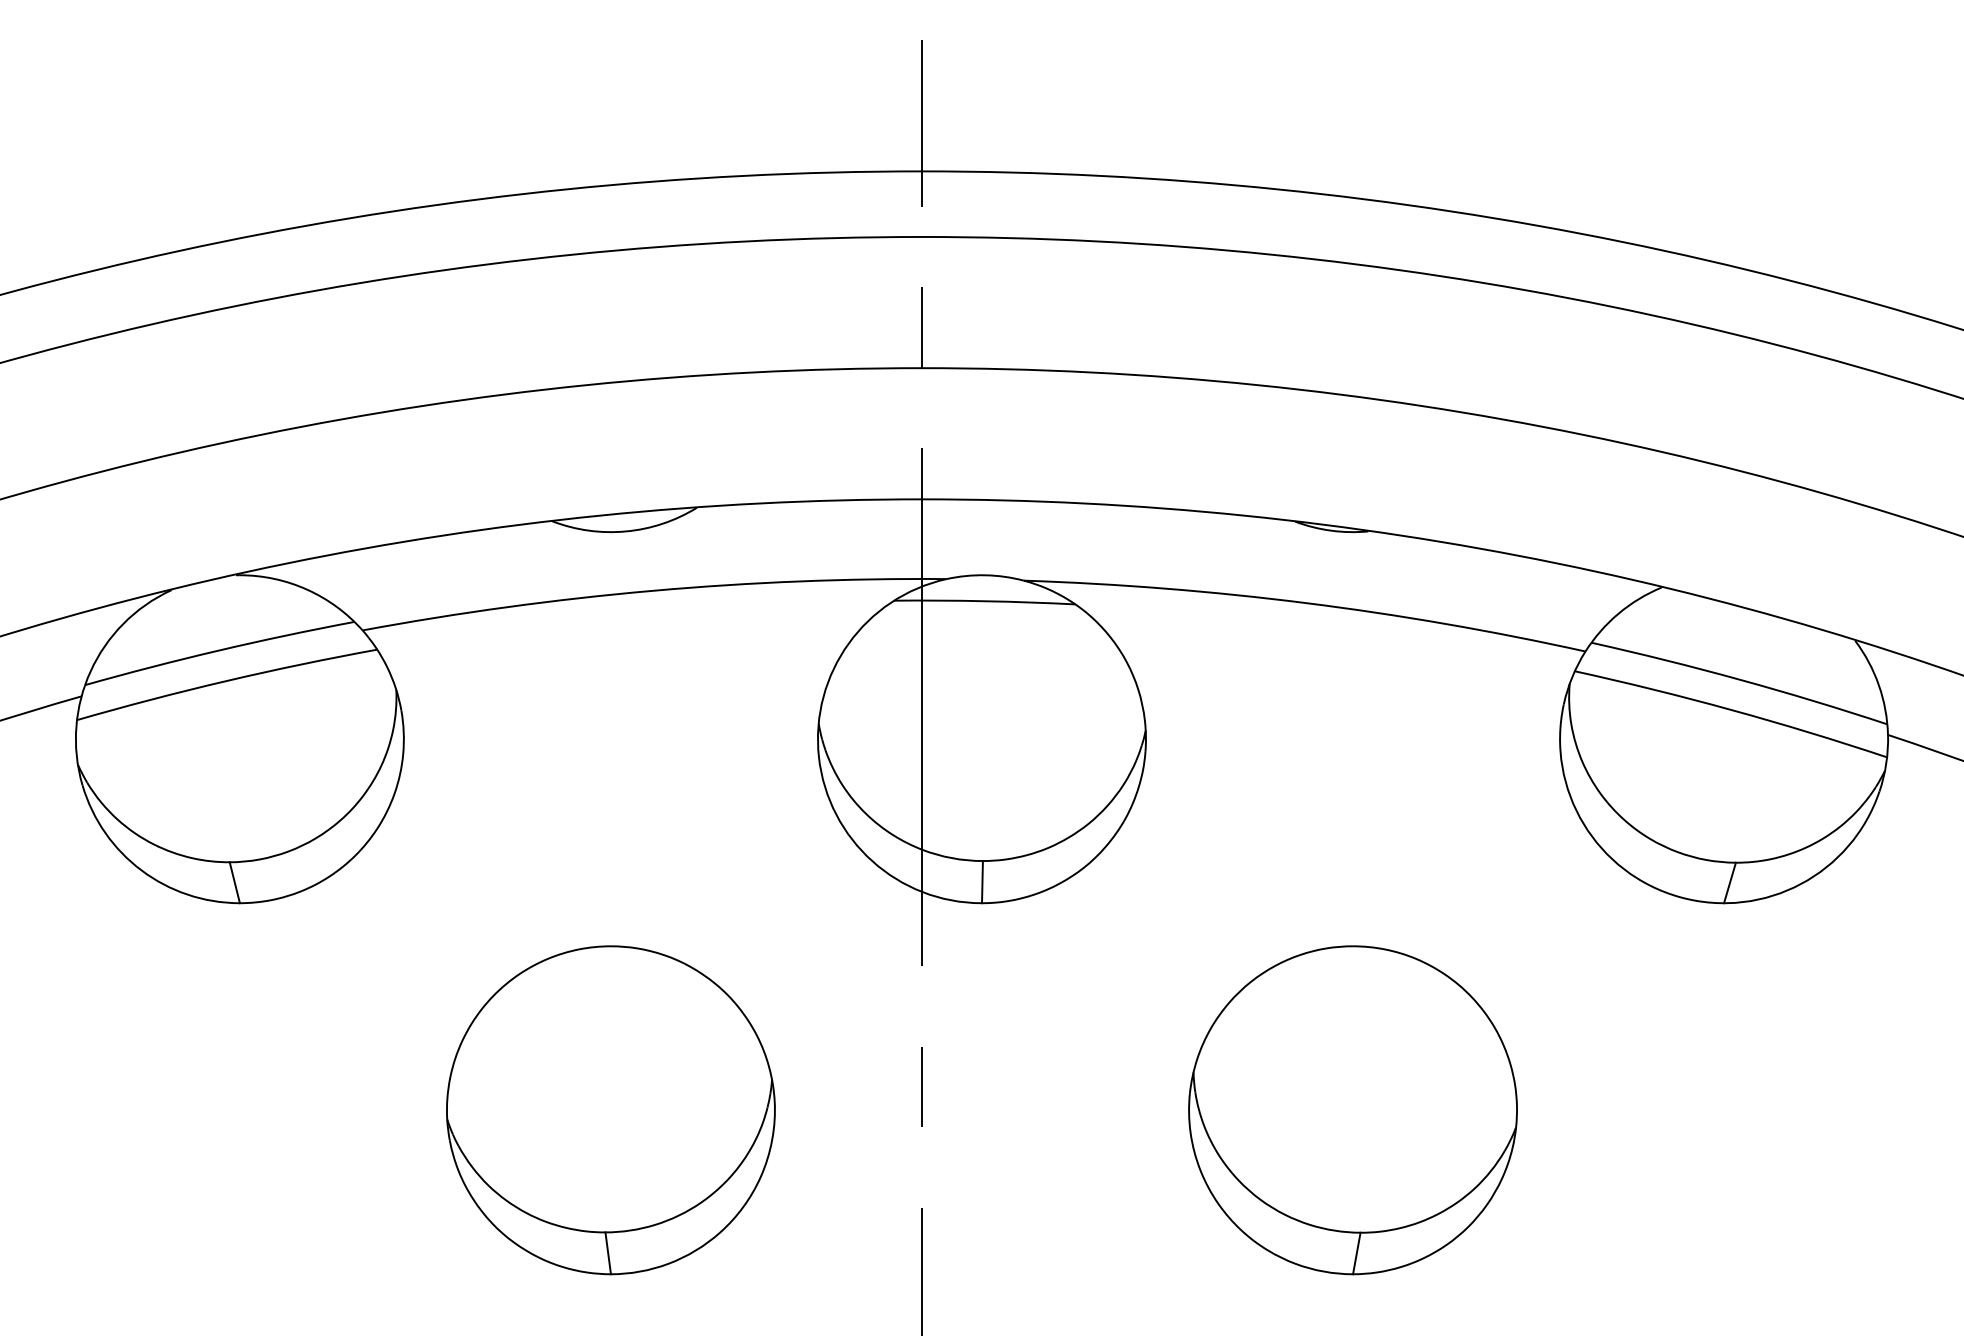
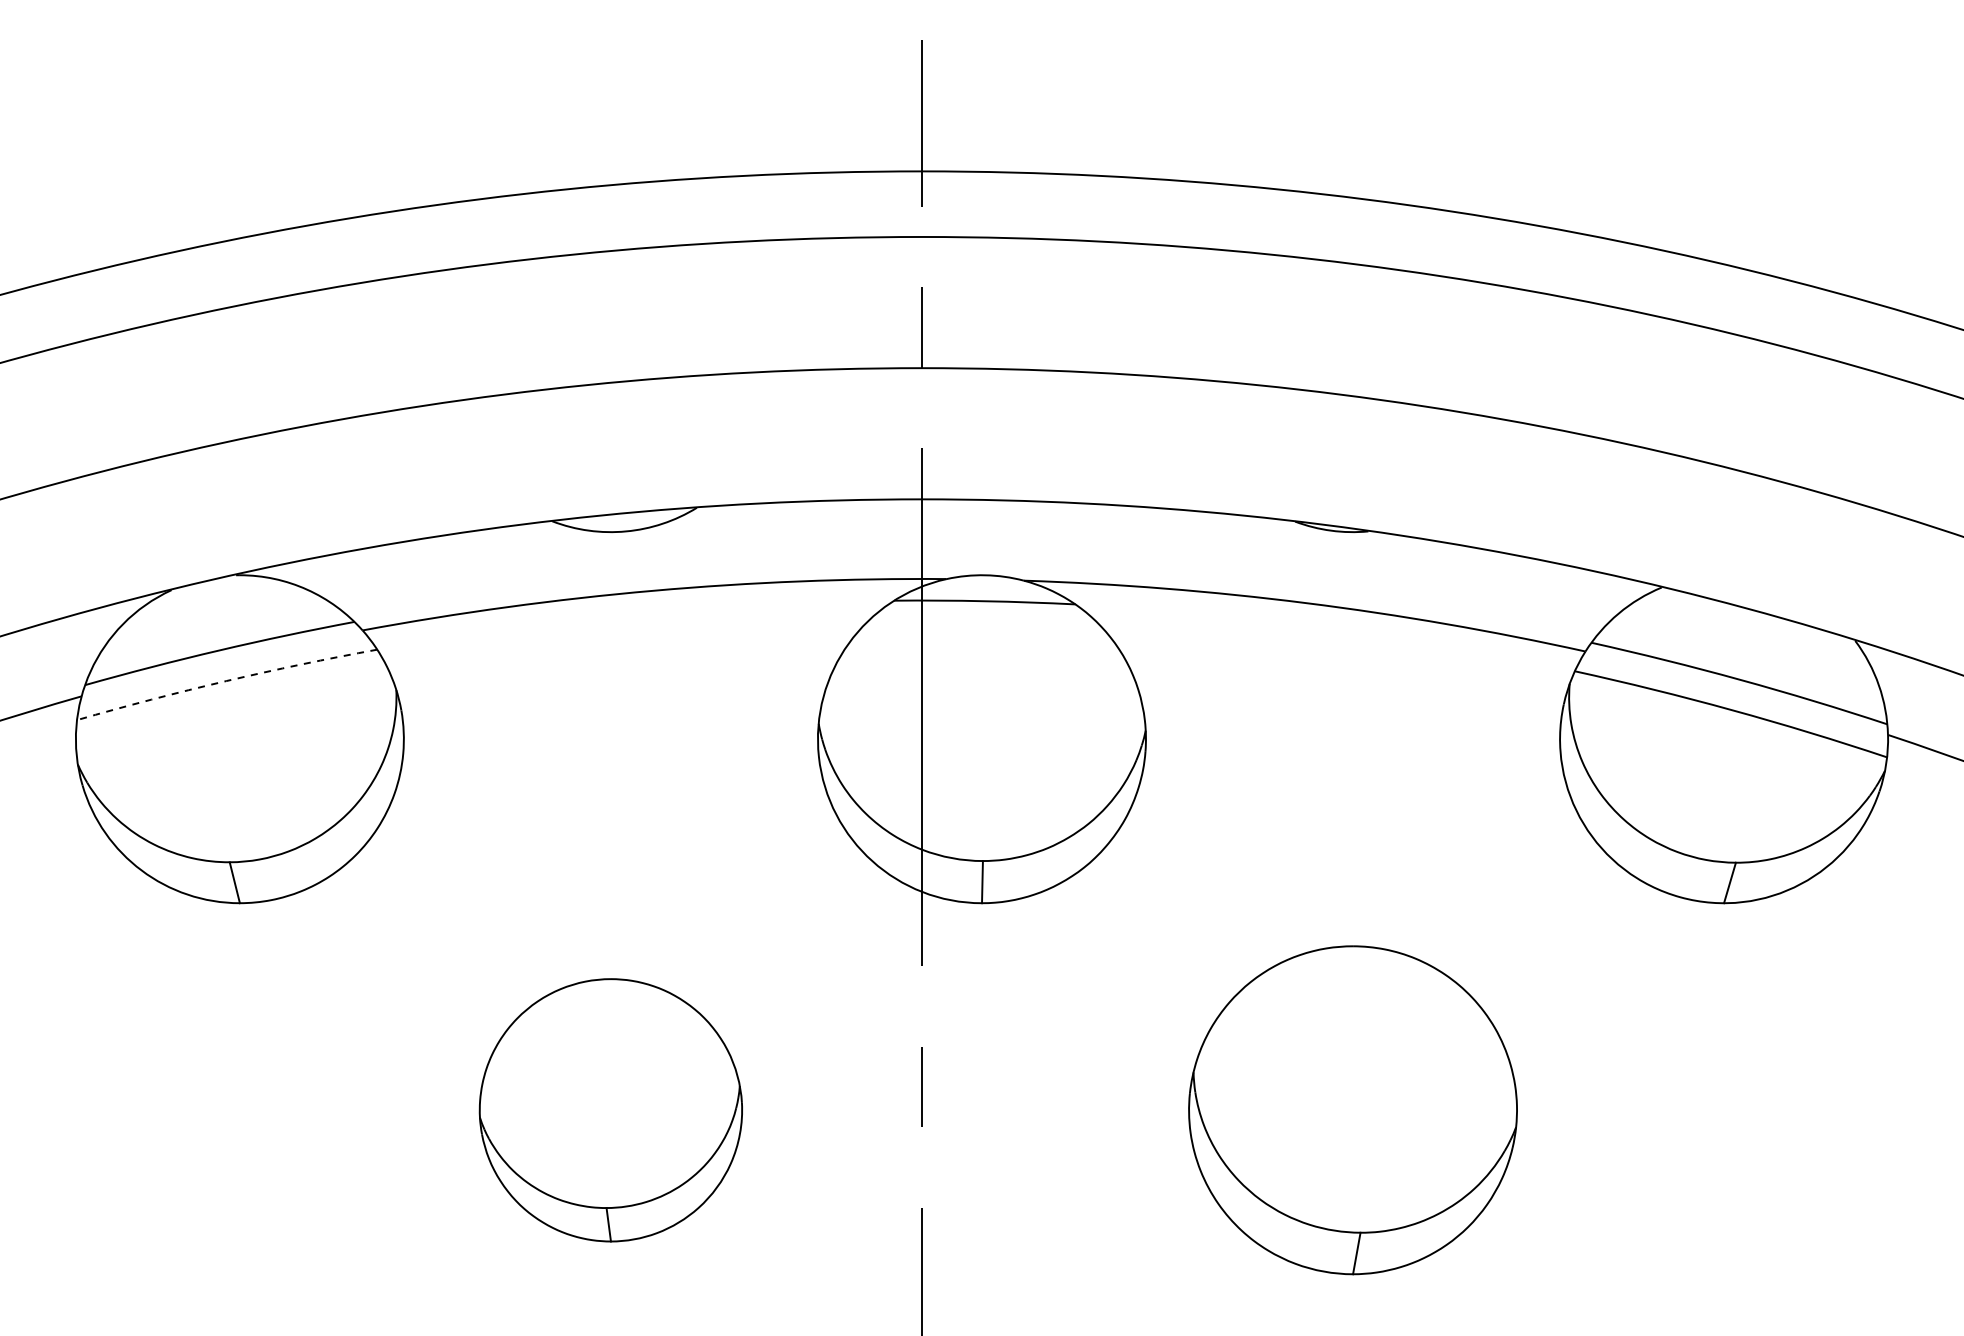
arc at (226, 681): solid -> dashed
part at (610, 1110) size: 330x331 px -> 265x265 px
